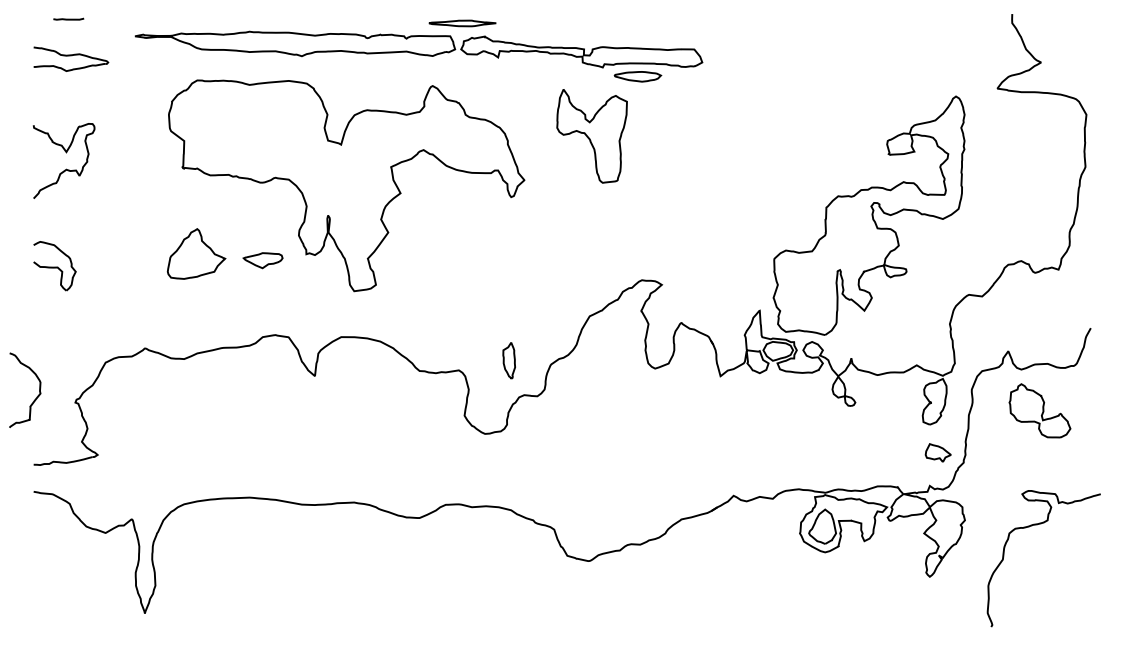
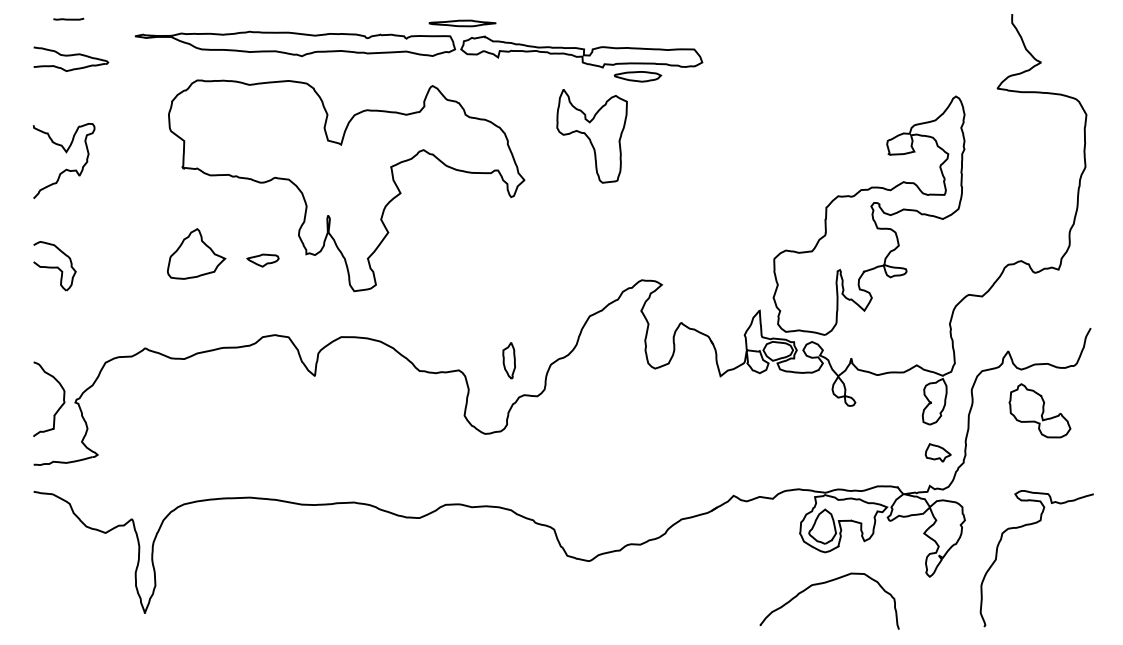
part at (262, 260) size: 42x18 px -> 34x15 px
curve at (36, 396) position: (36, 396) -> (60, 405)
curve at (1037, 525) position: (1037, 525) -> (1030, 525)
curve at (826, 583): none -> present
